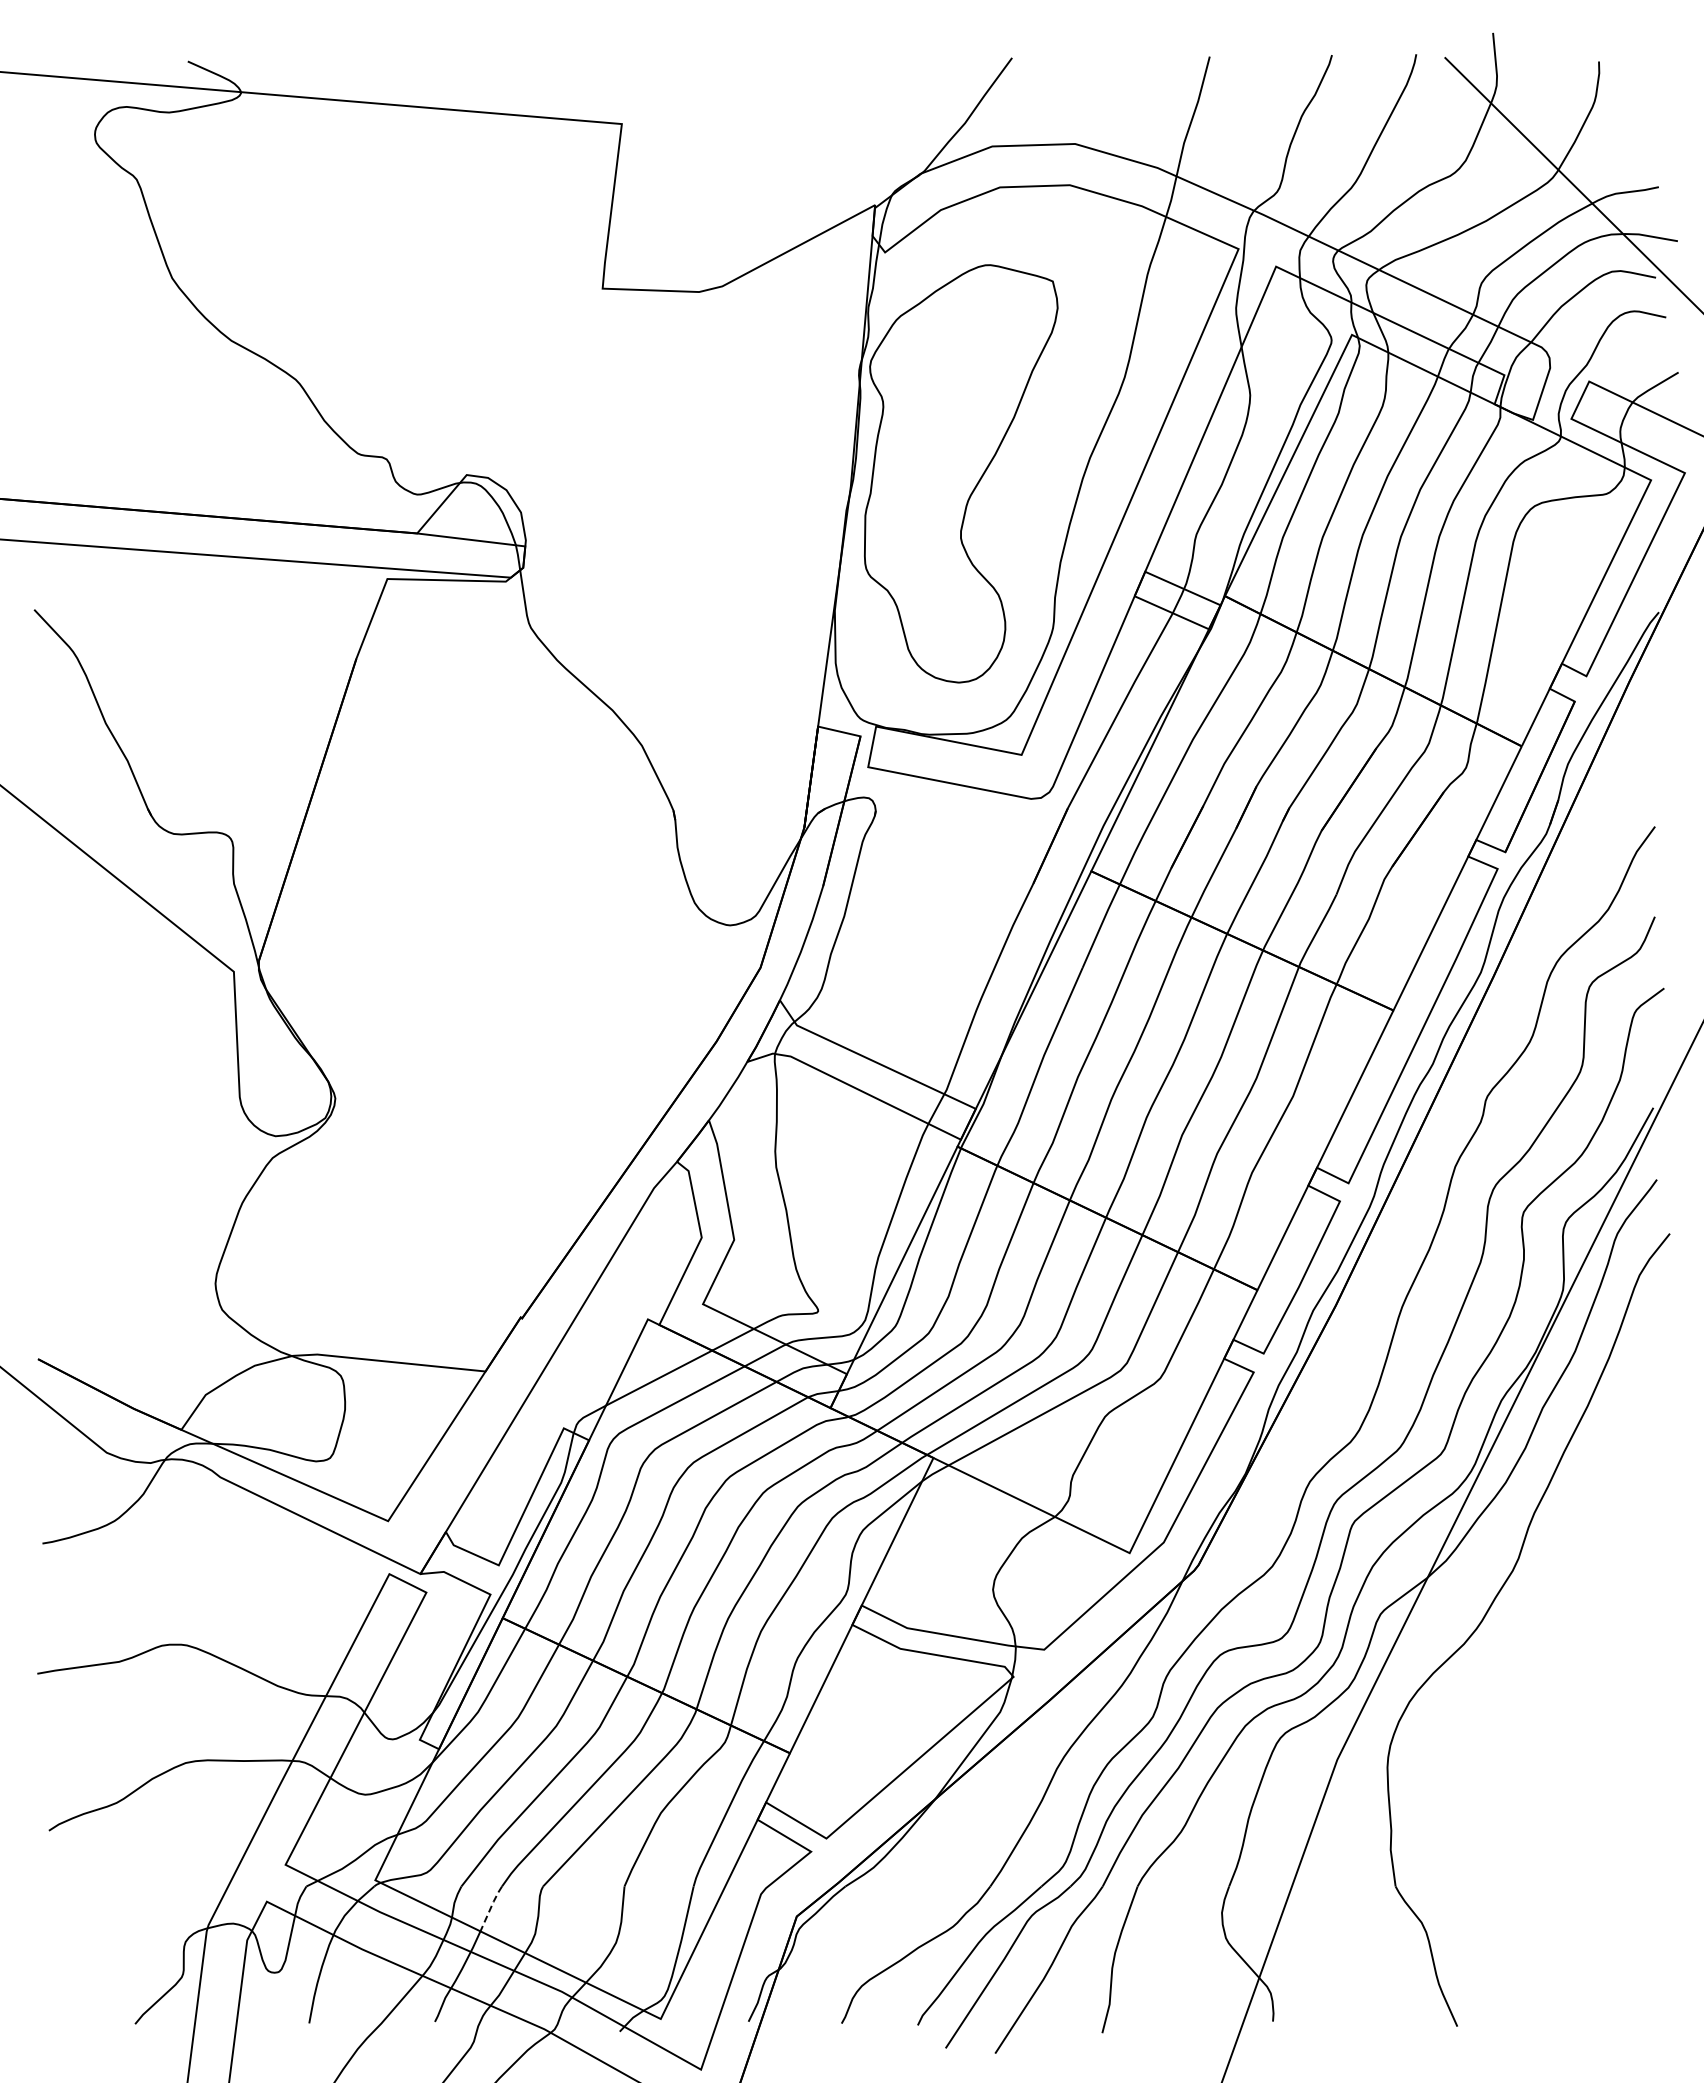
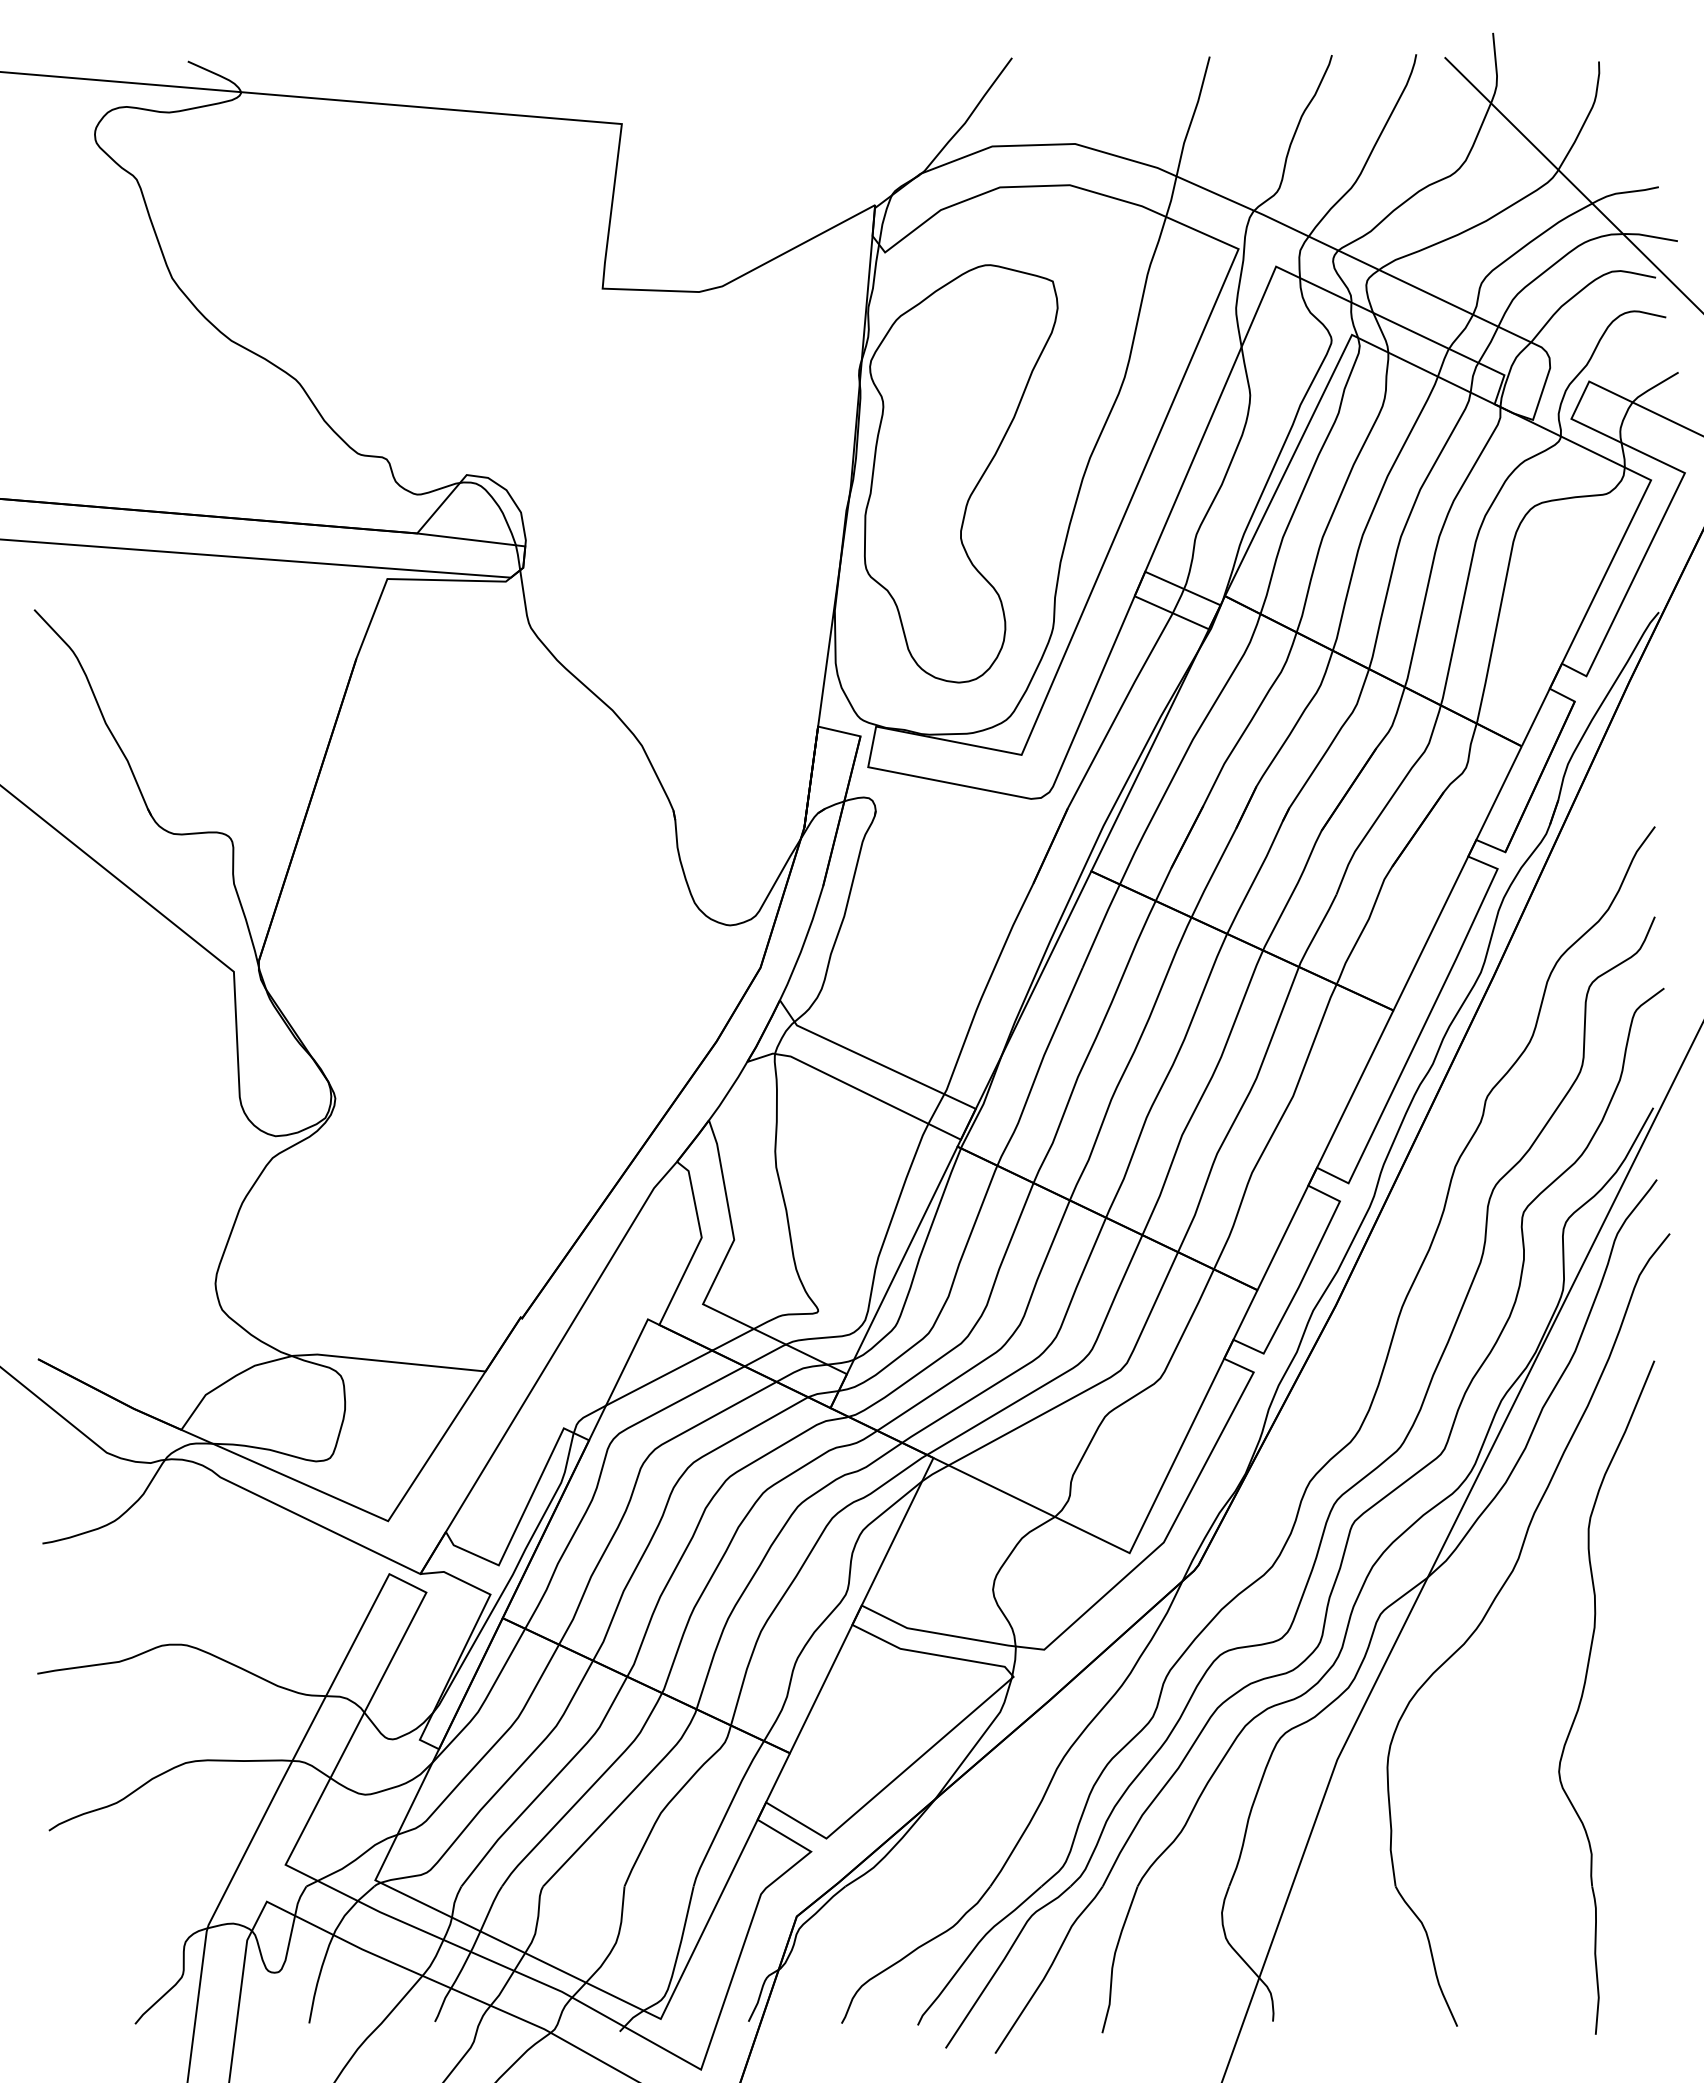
part at (1584, 1690): none -> present
line at (490, 1907): dashed -> solid
